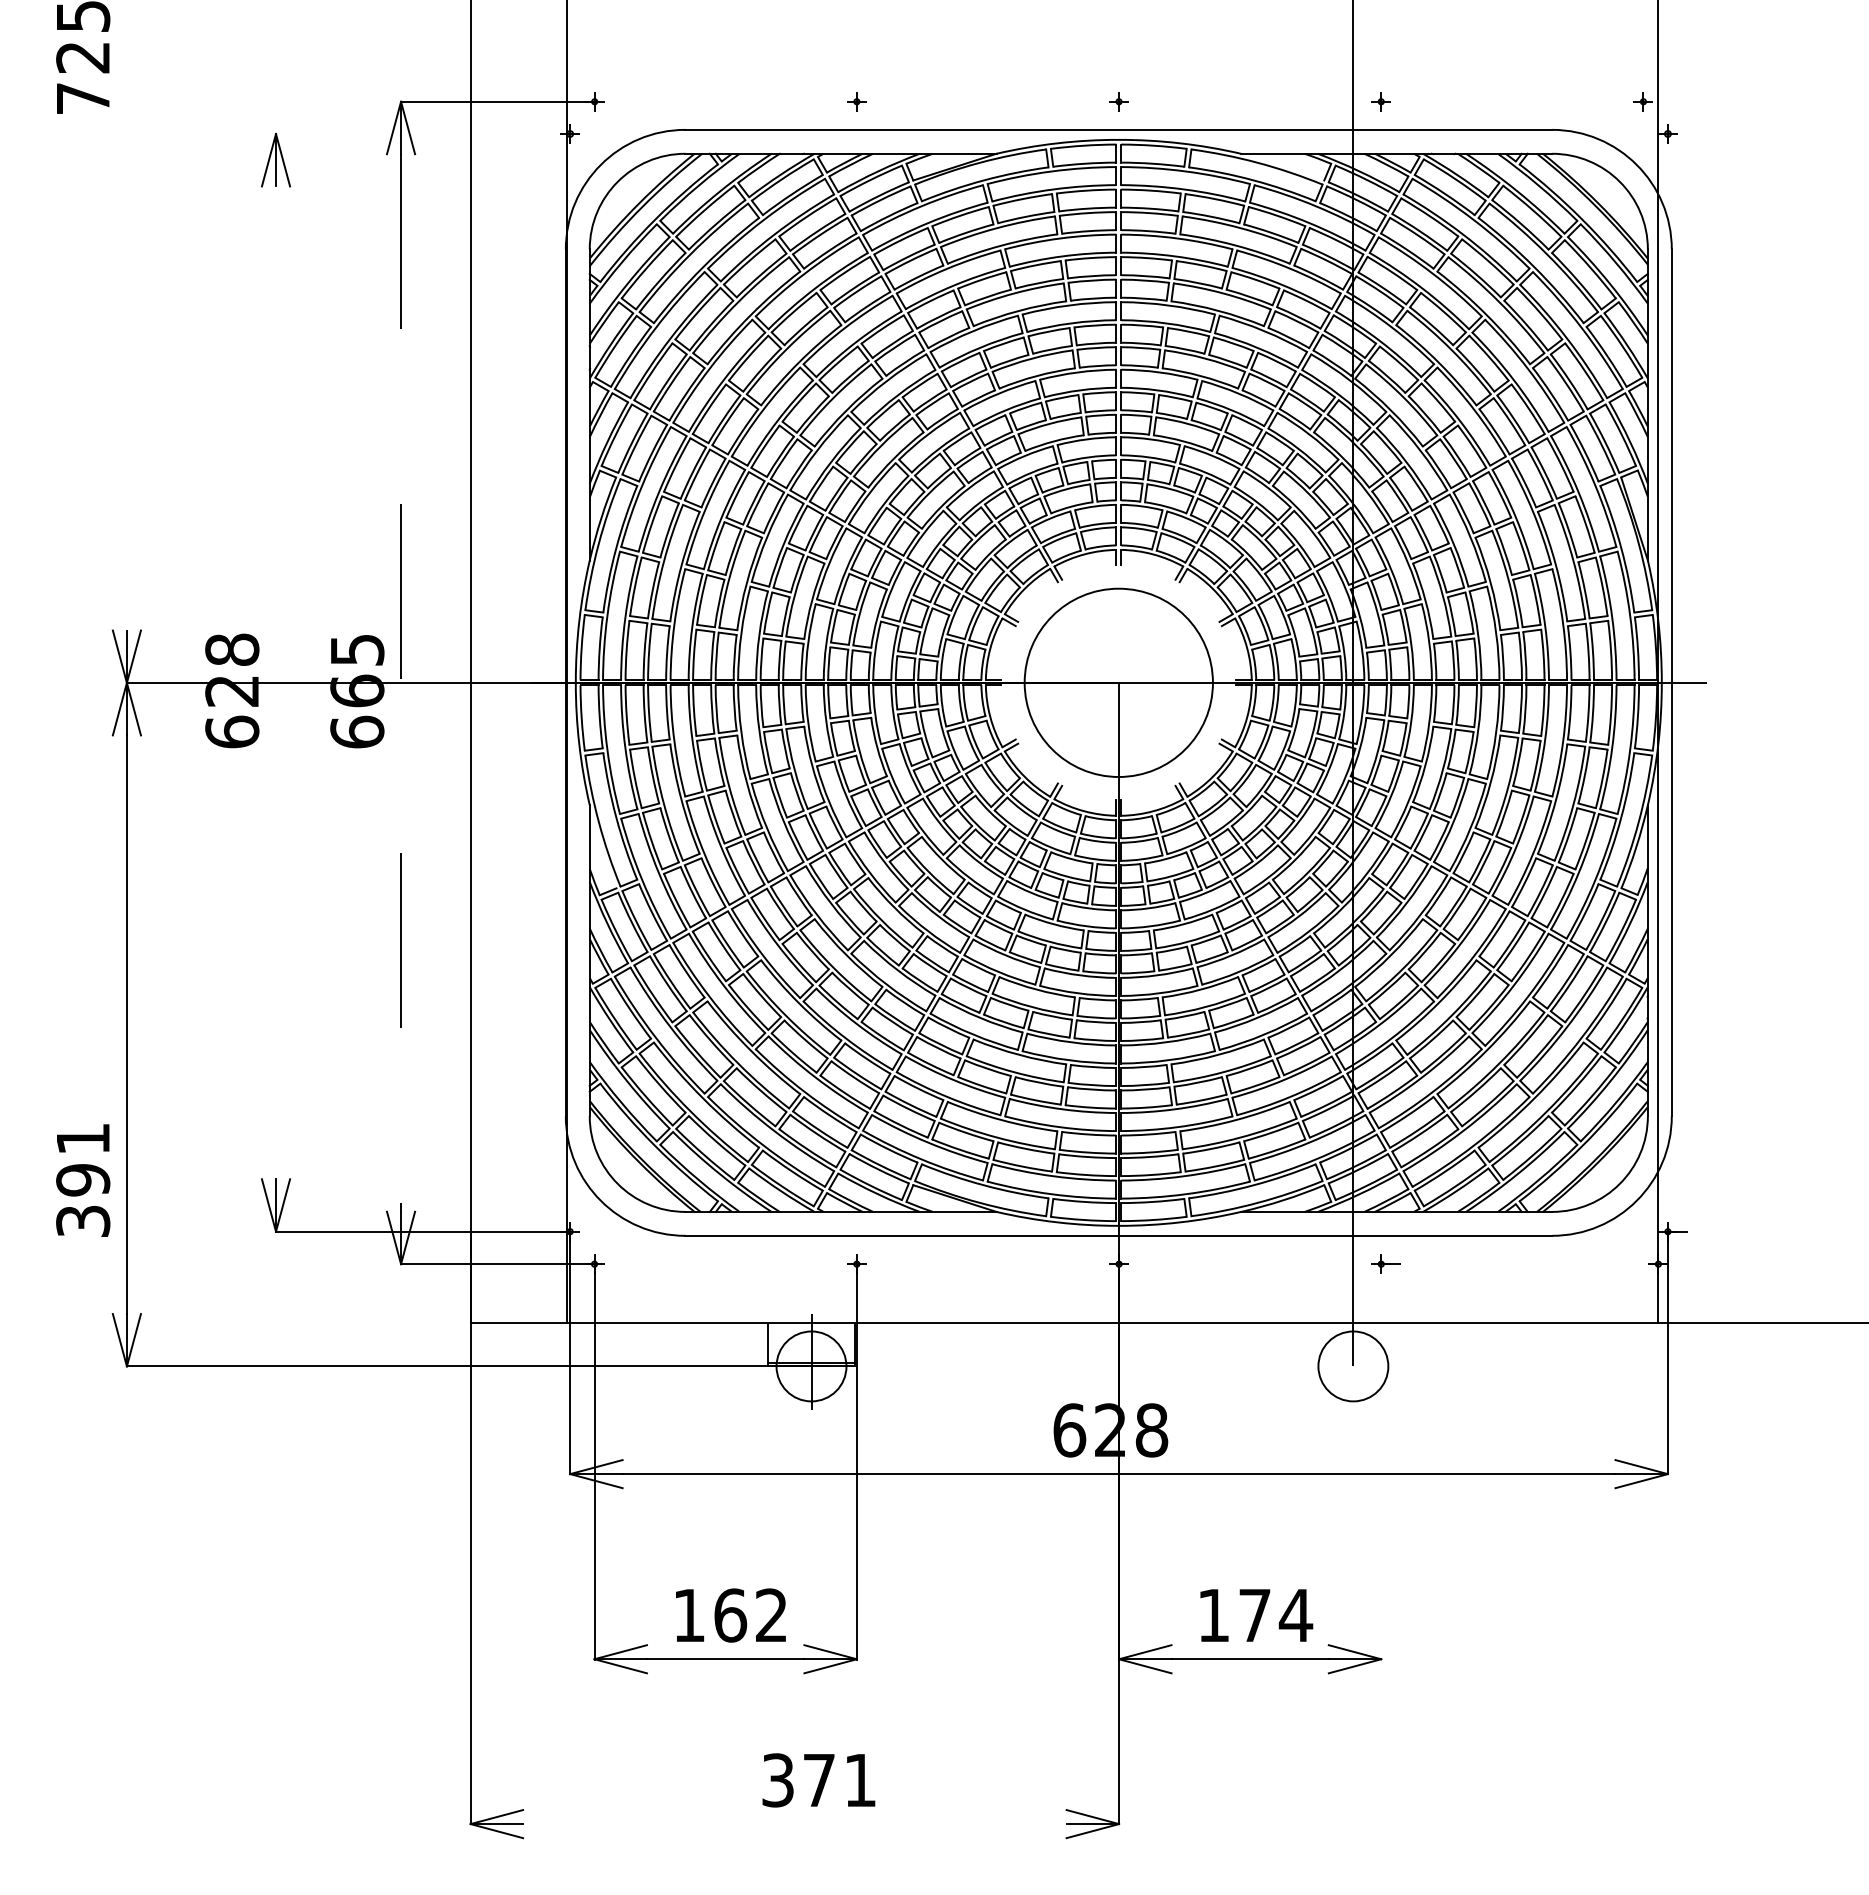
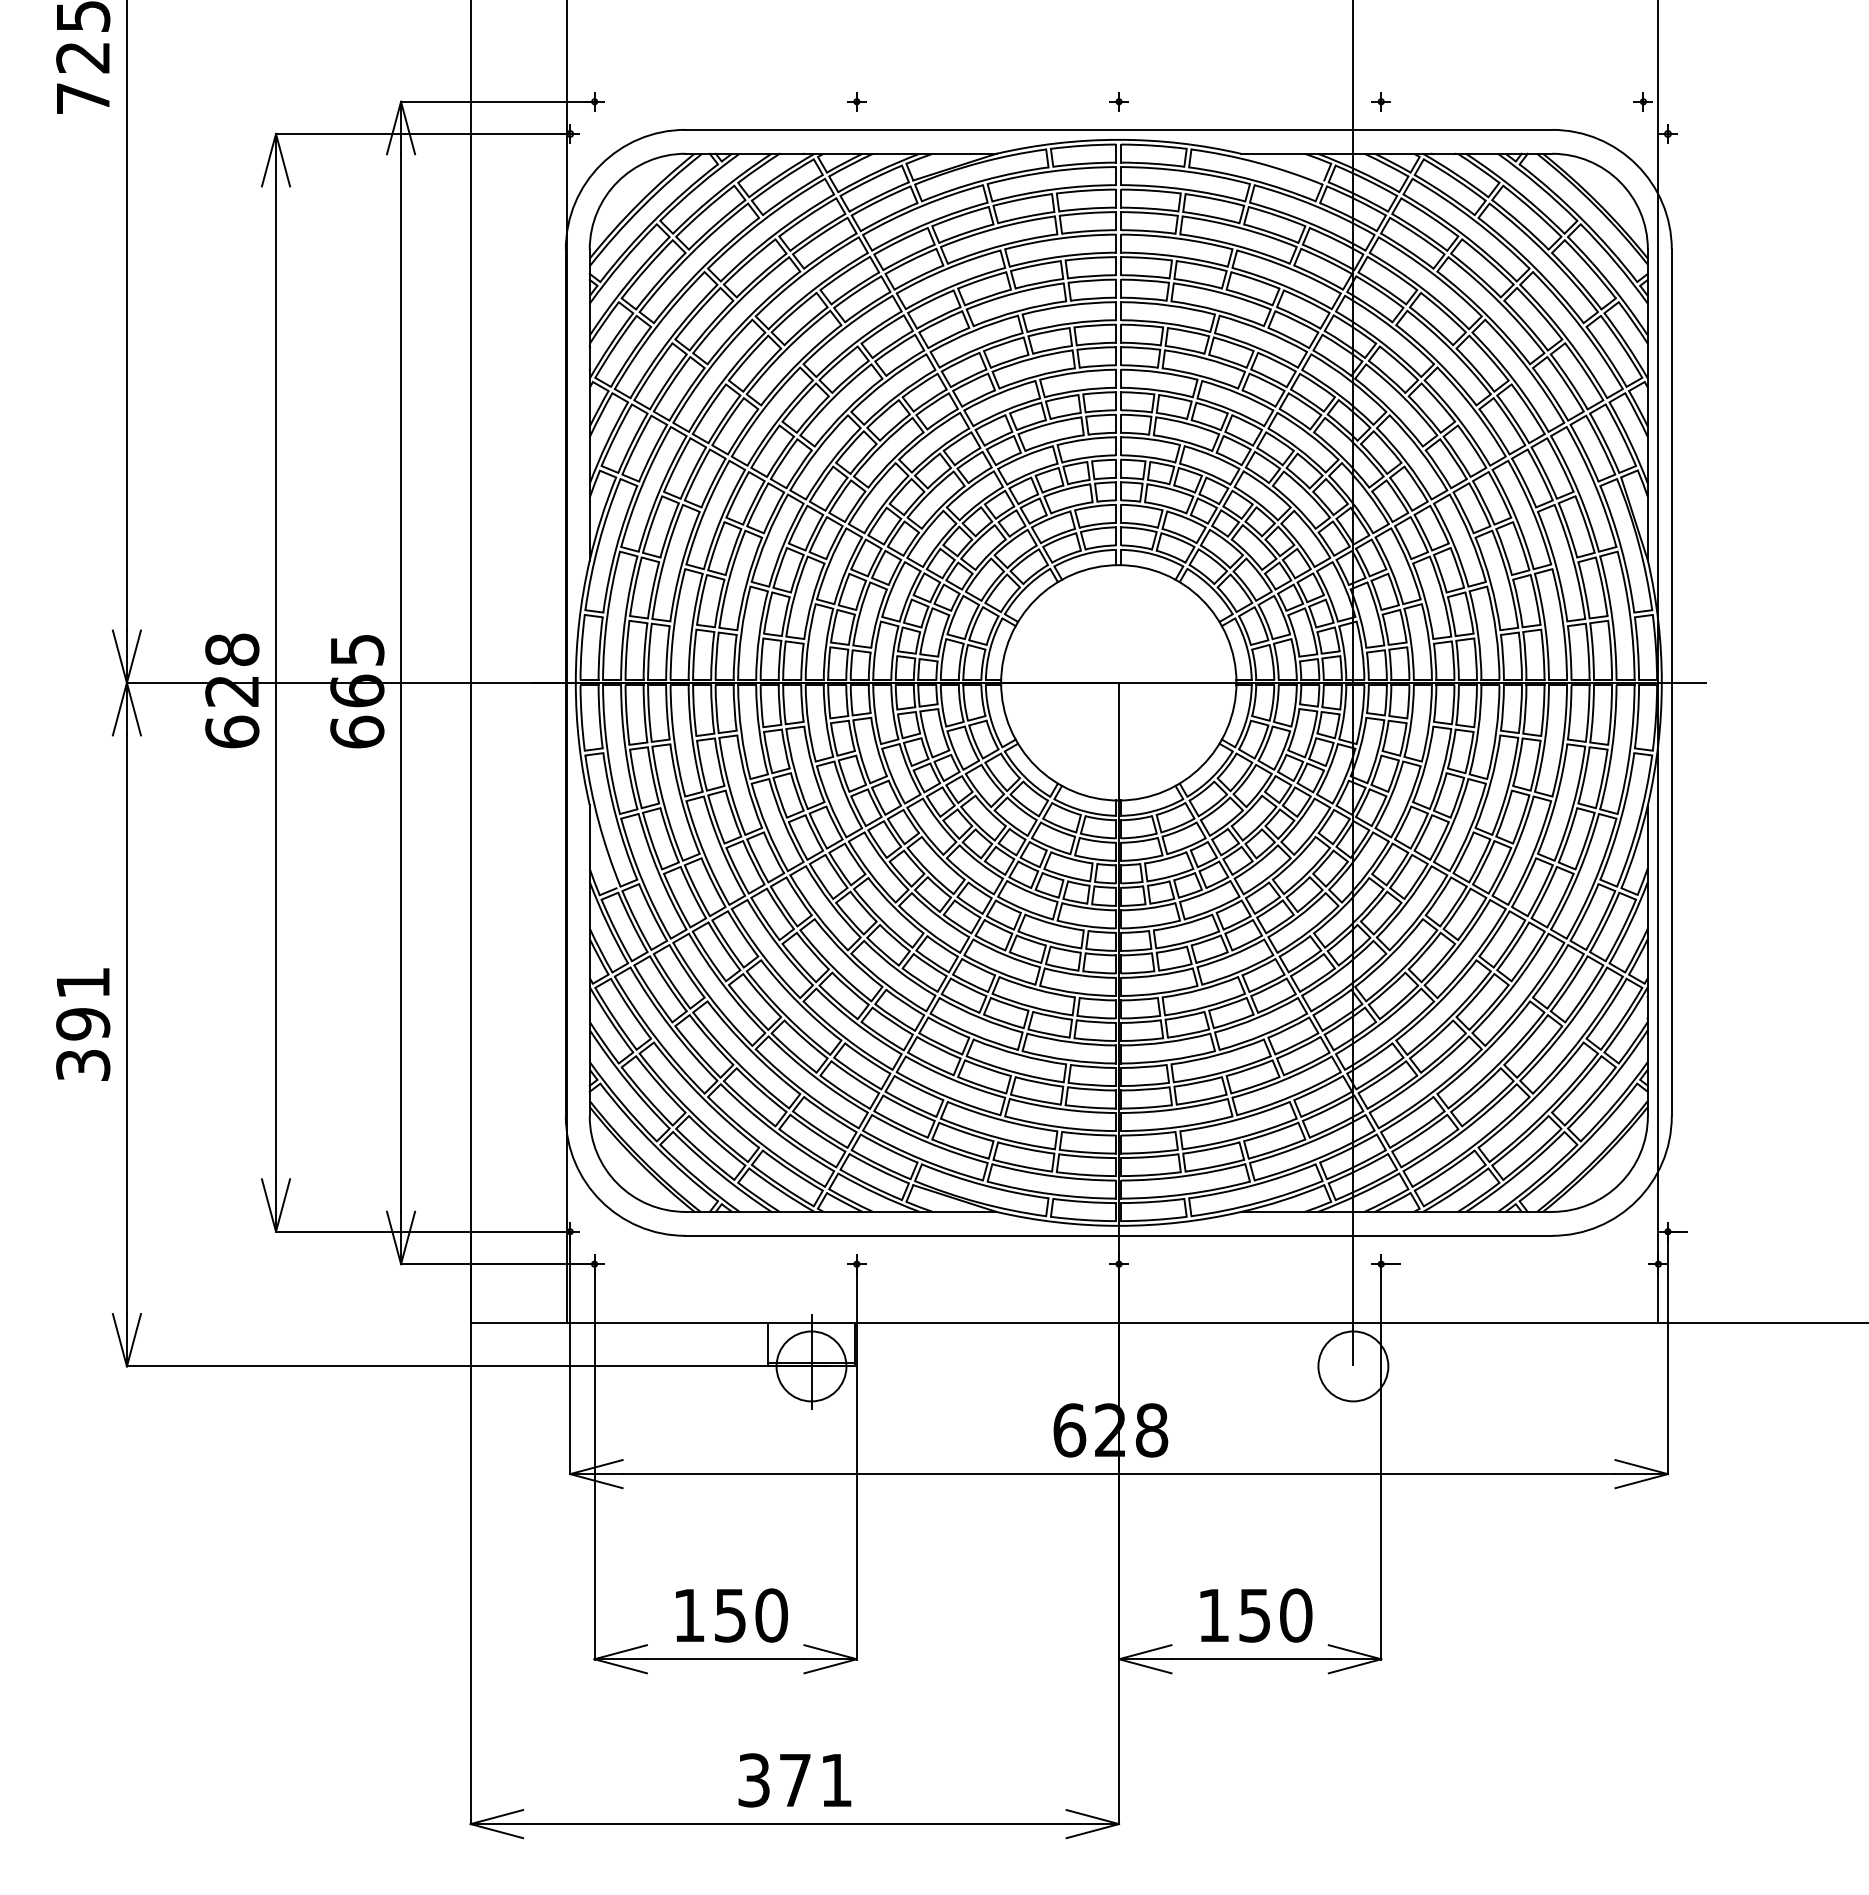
line at (422, 133): none -> present
line at (126, 316): none -> present
line at (276, 682): none -> present
line at (401, 682): dashed -> solid
circle at (1118, 682) diameter: 188 px -> 235 px
text at (83, 1180) position: (83, 1180) -> (83, 1024)
line at (1381, 1461): none -> present
text at (750, 1615): 162 -> 150
text at (1276, 1615): 174 -> 150
text at (818, 1780) position: (818, 1780) -> (794, 1780)
line at (794, 1824): none -> present
